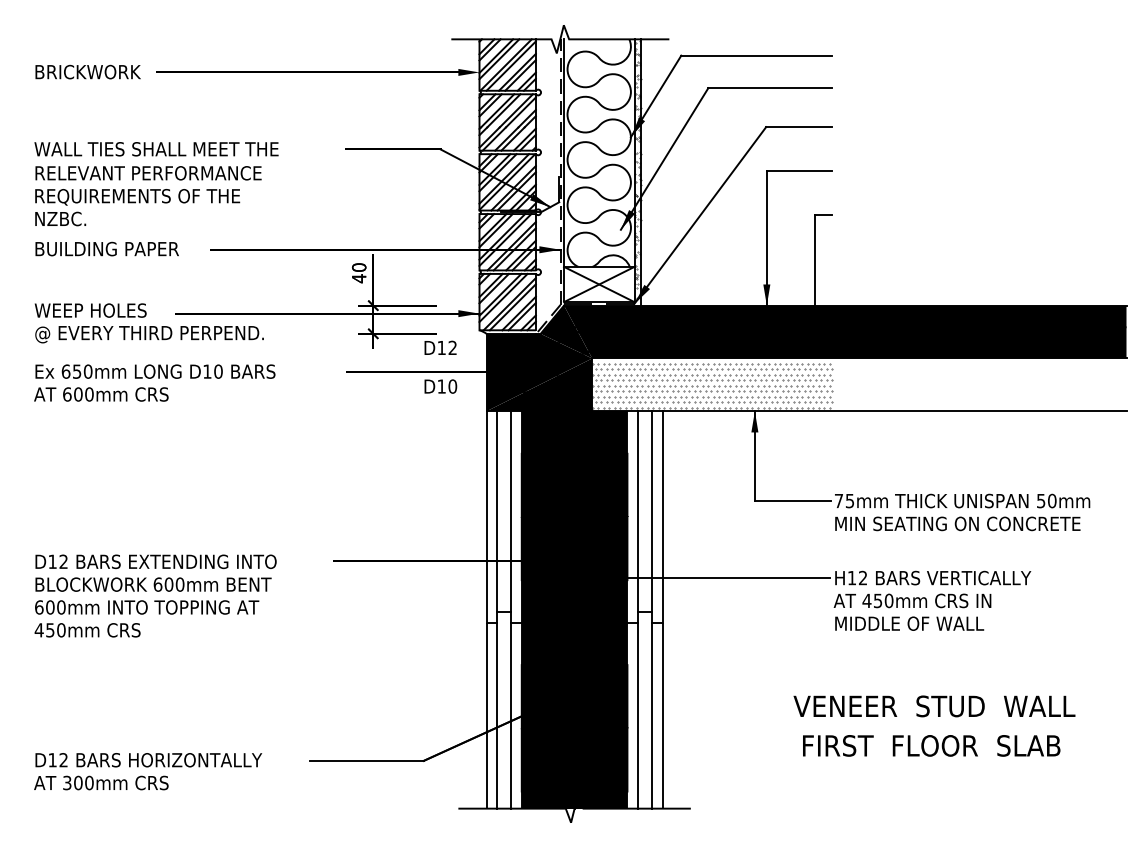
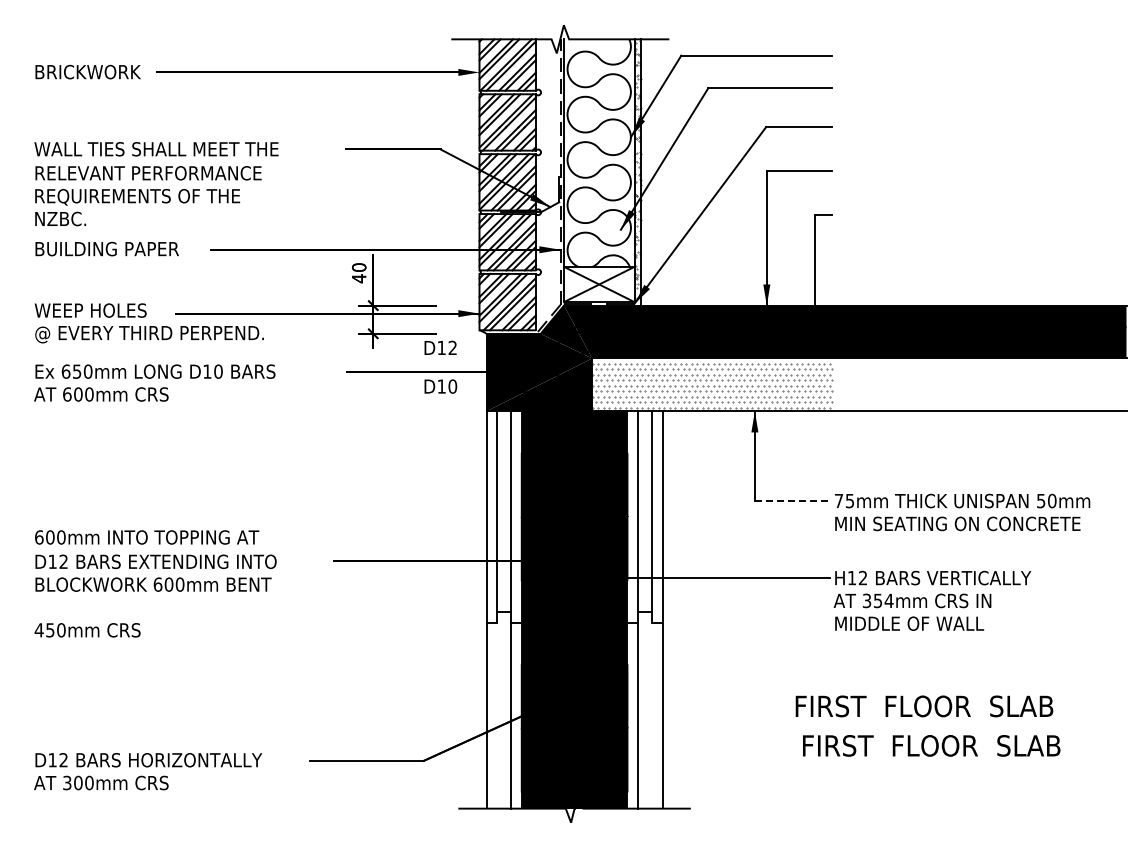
line at (792, 501): solid -> dashed
text at (877, 600): 450mm -> 354mm
text at (147, 607) position: (147, 607) -> (147, 537)
text at (934, 706): VENEER  STUD  WALL -> FIRST  FLOOR  SLAB
line at (497, 715): present -> none
line at (652, 715): present -> none
